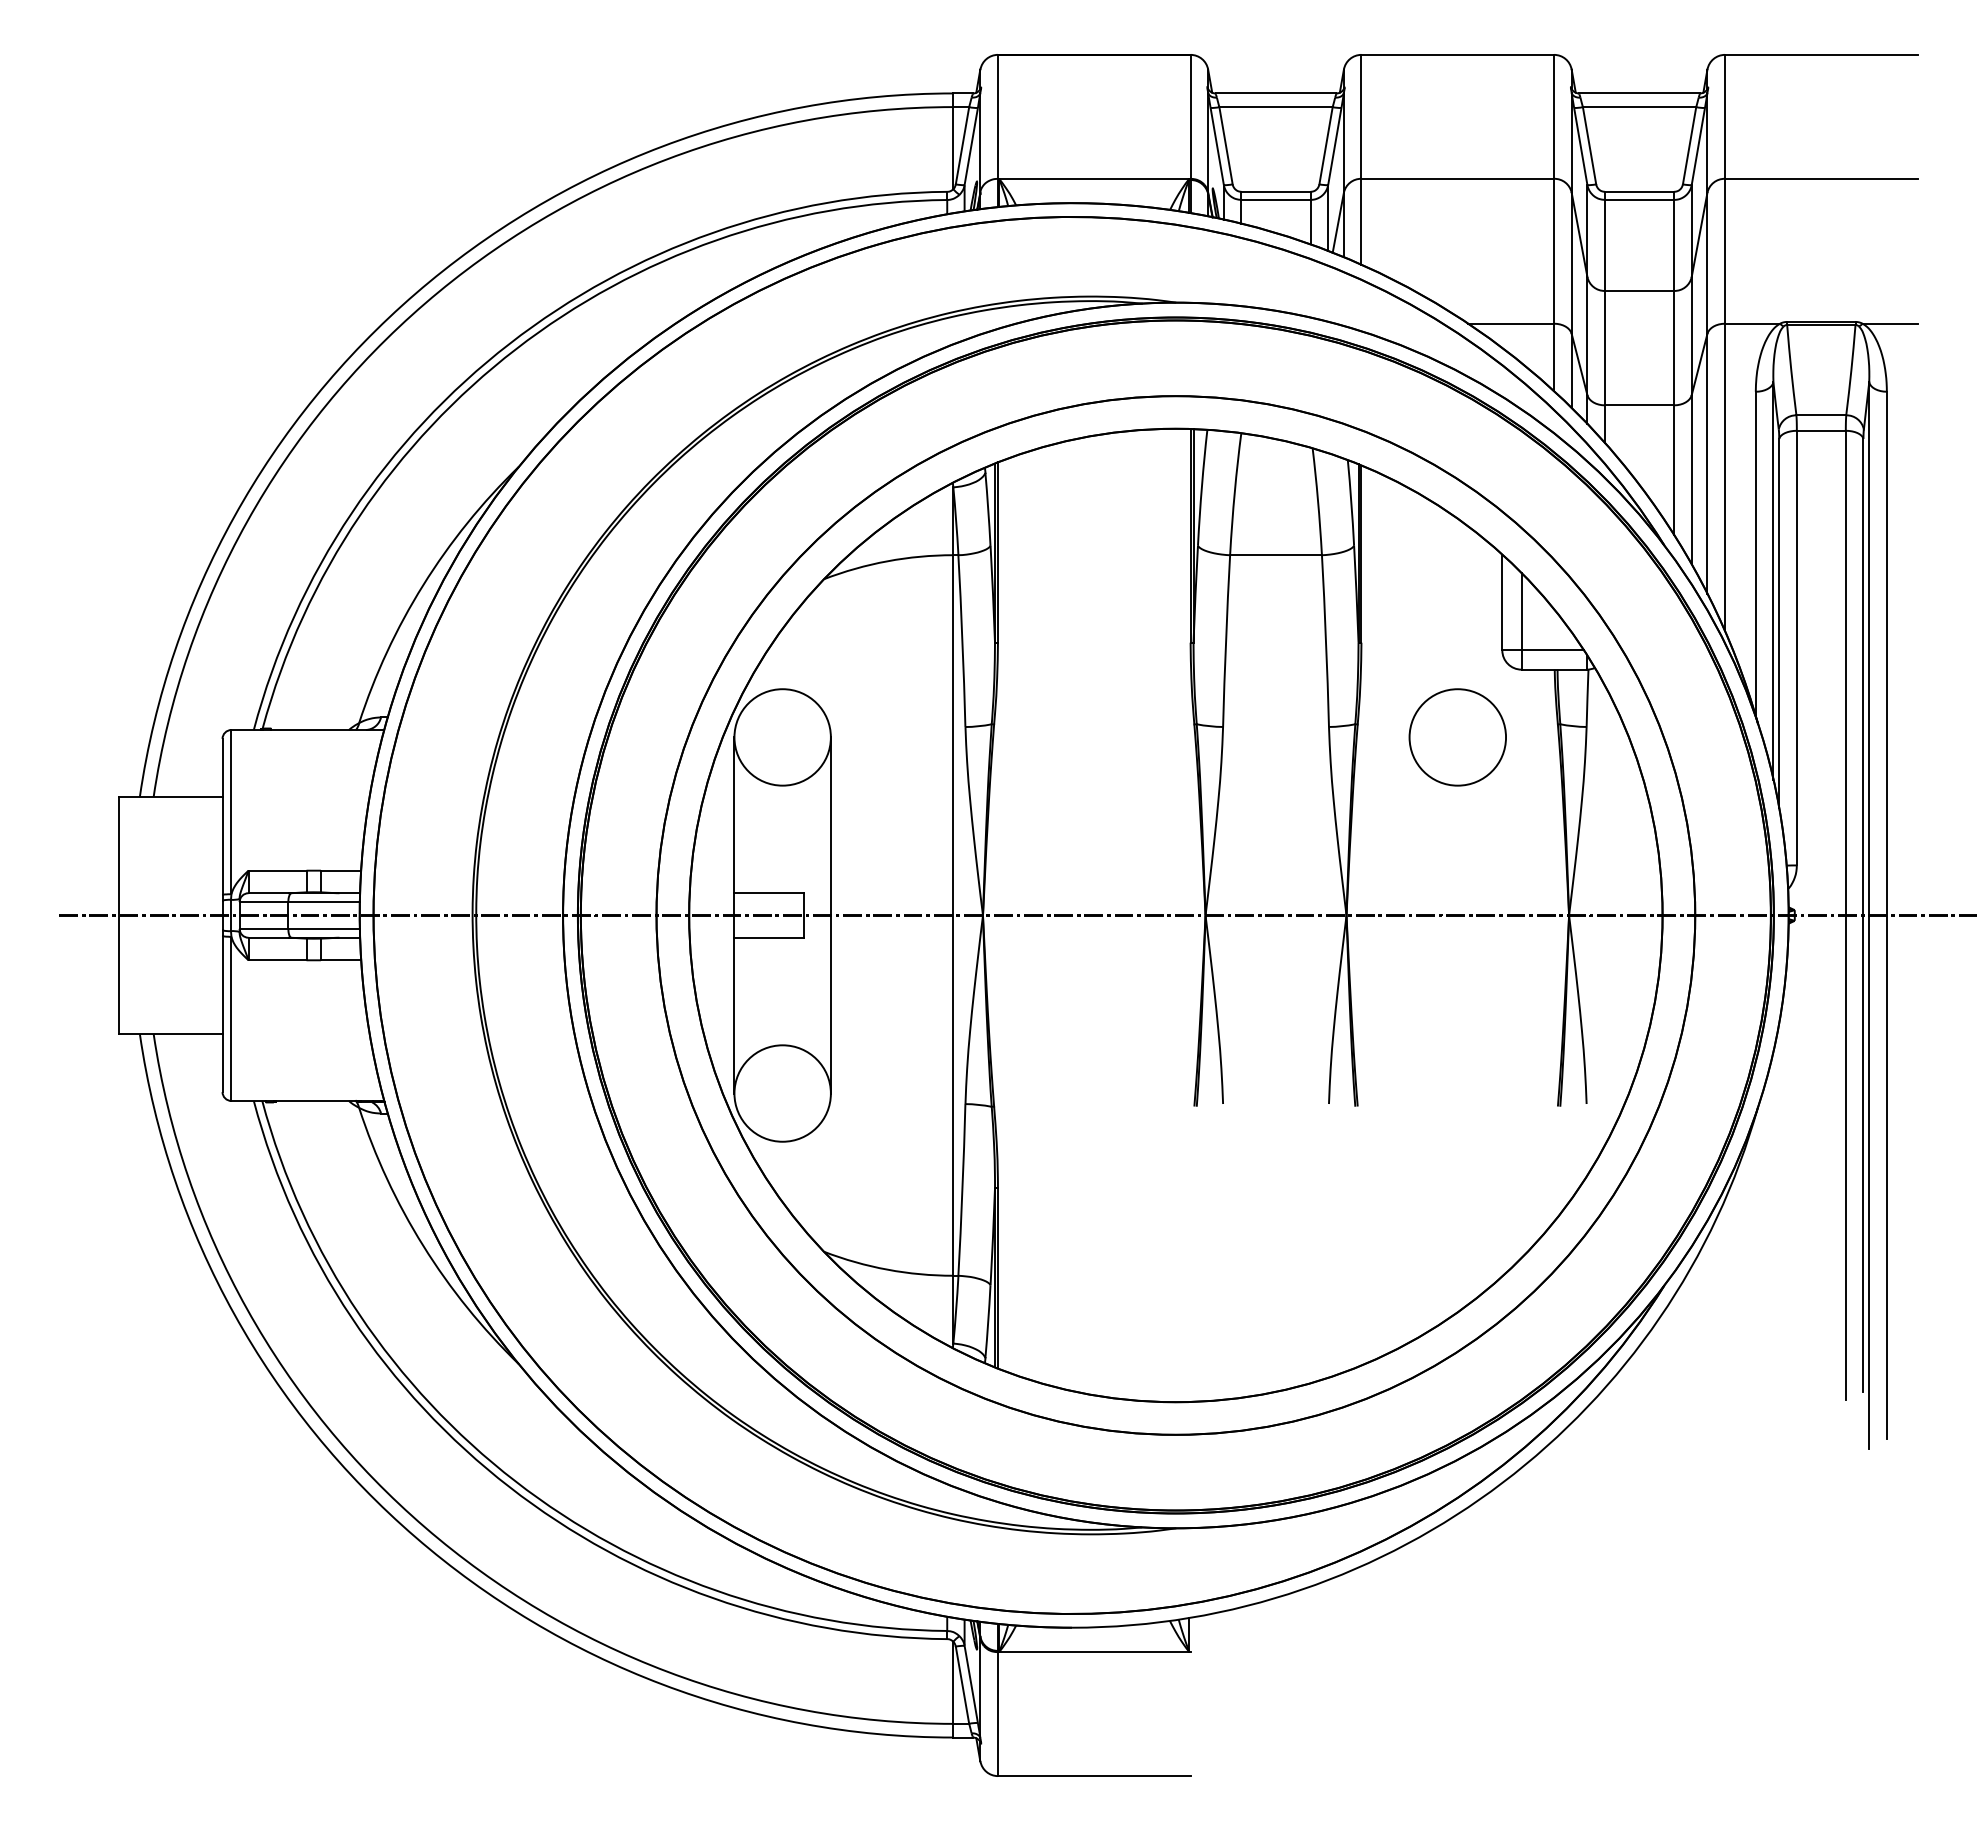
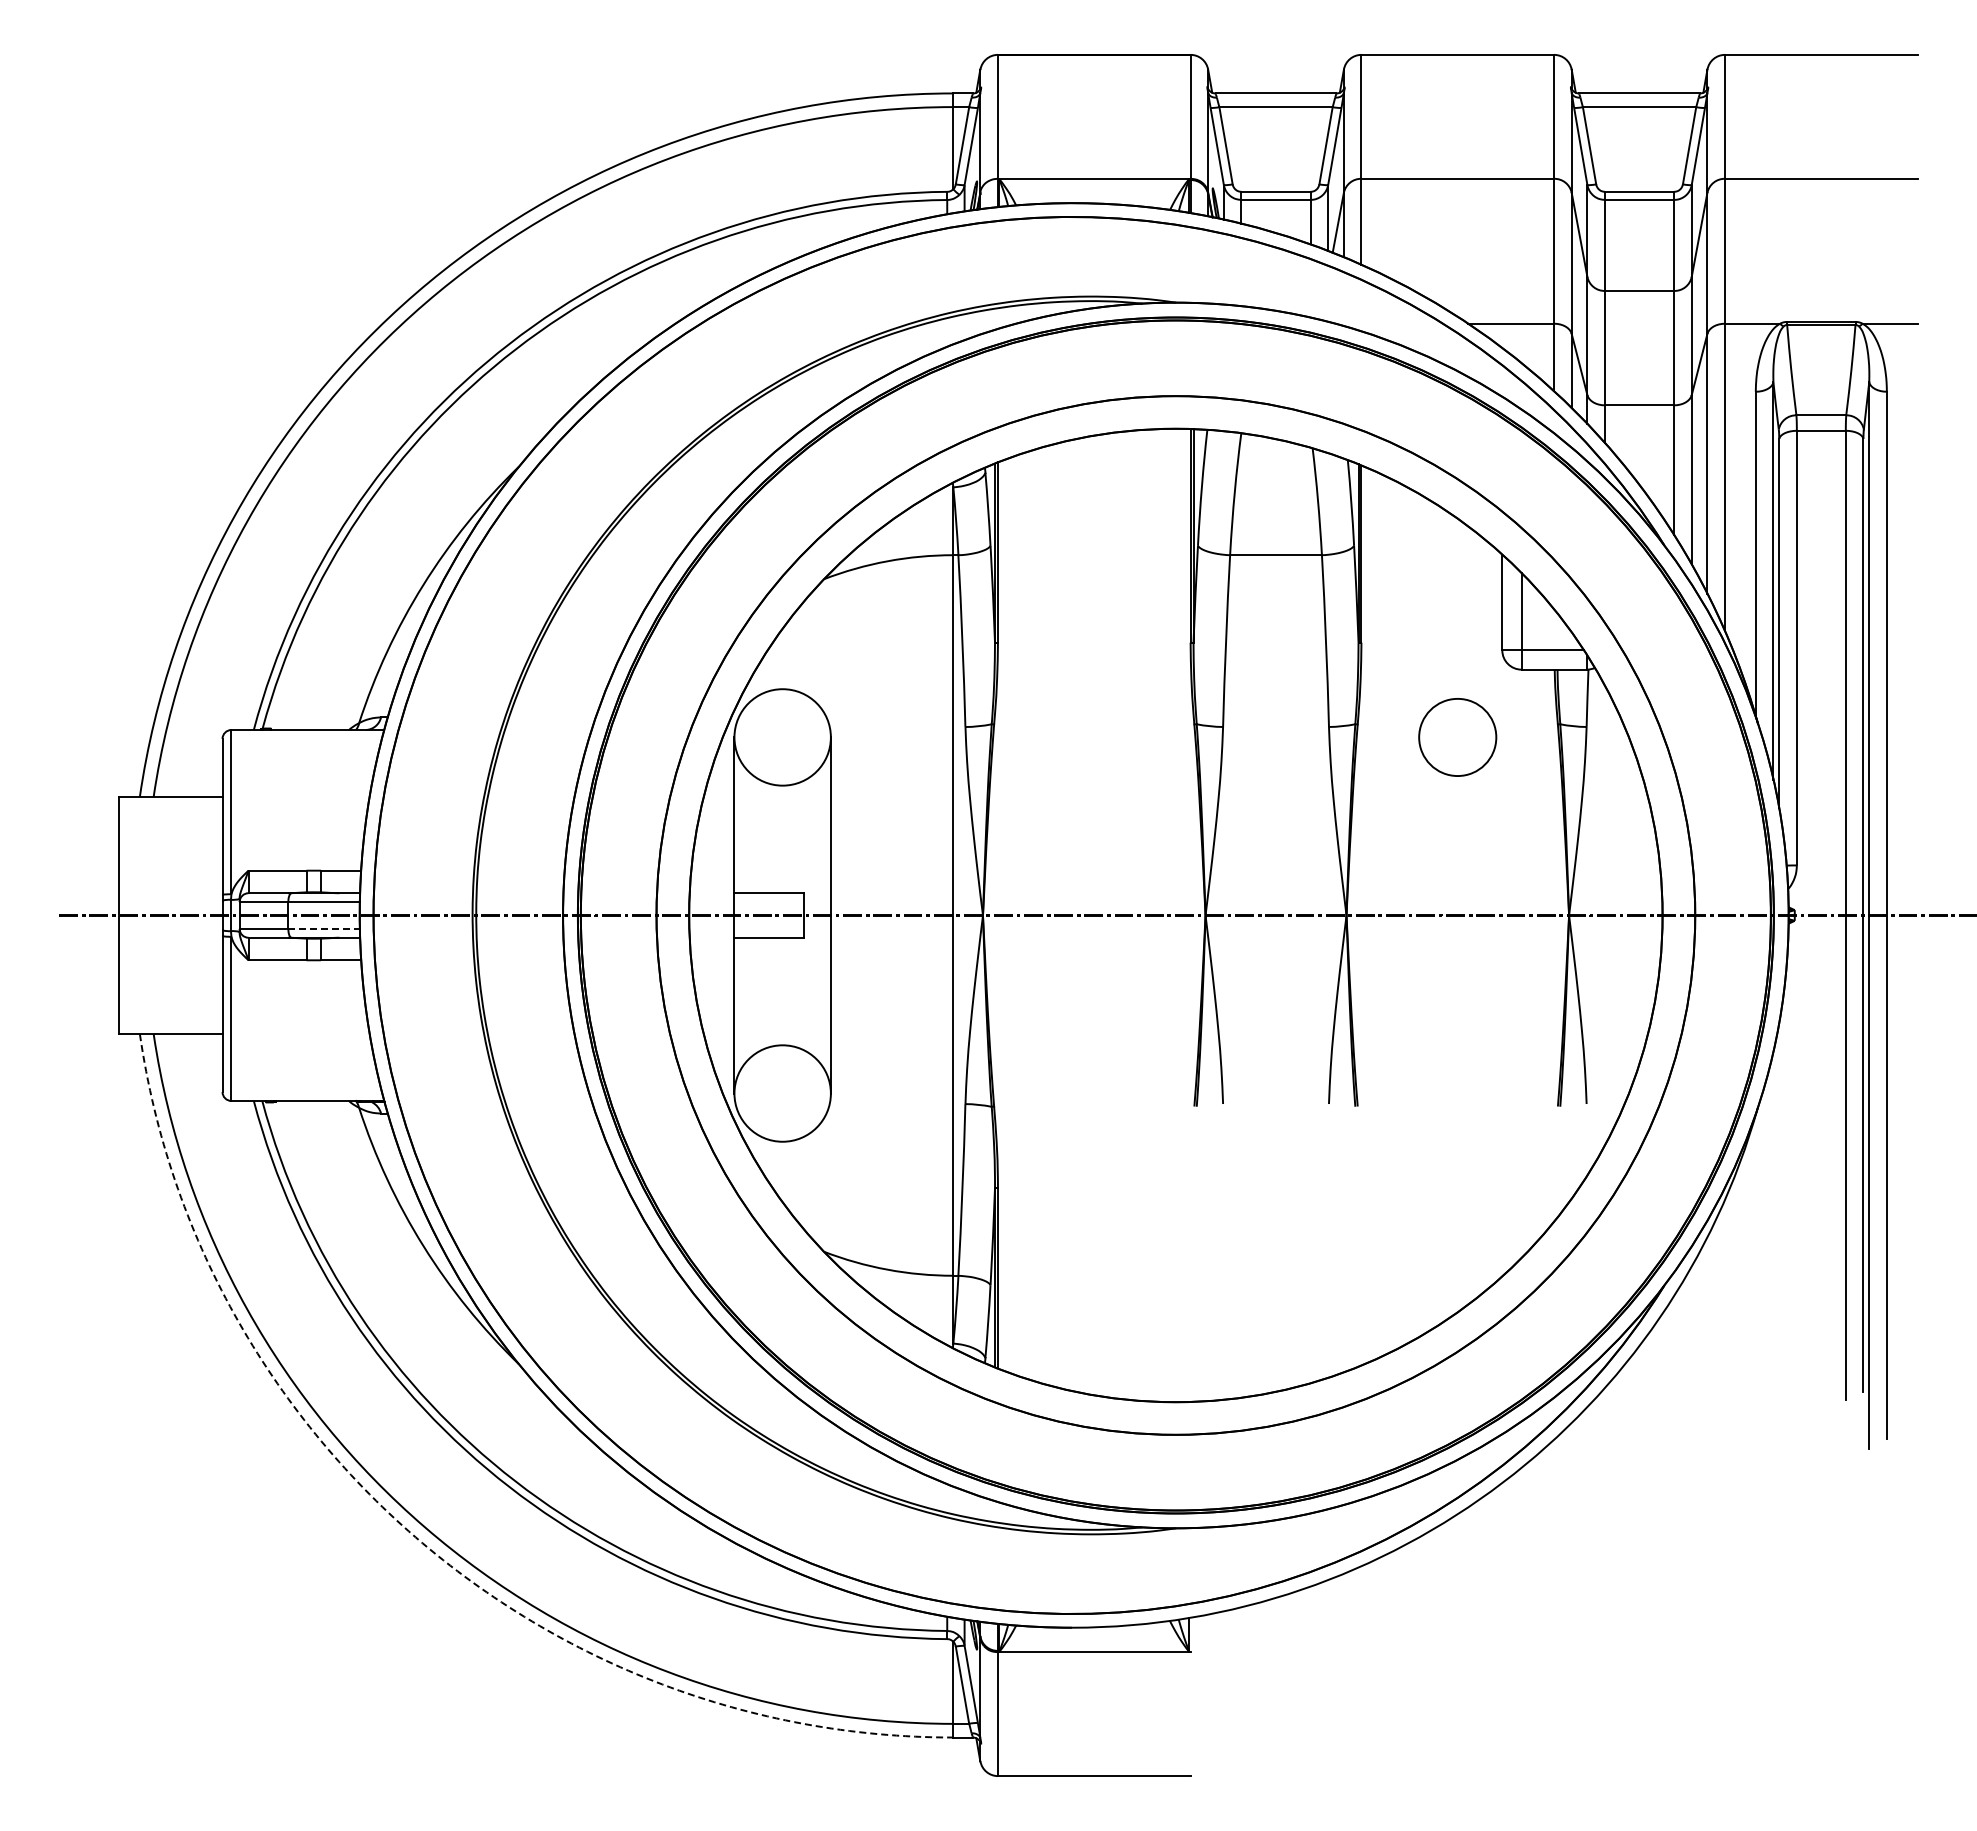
circle at (1457, 737) size: 99x99 px -> 80x79 px
line at (324, 928): solid -> dashed
arc at (415, 1537): solid -> dashed
